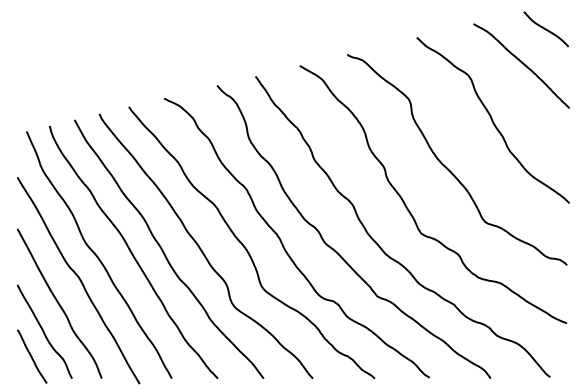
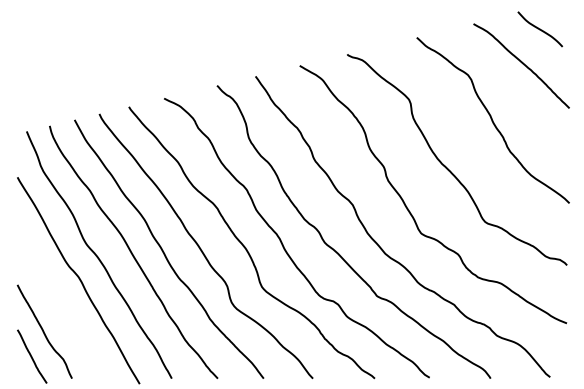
curve at (546, 29) position: (546, 29) -> (540, 29)
curve at (59, 303): present -> none
